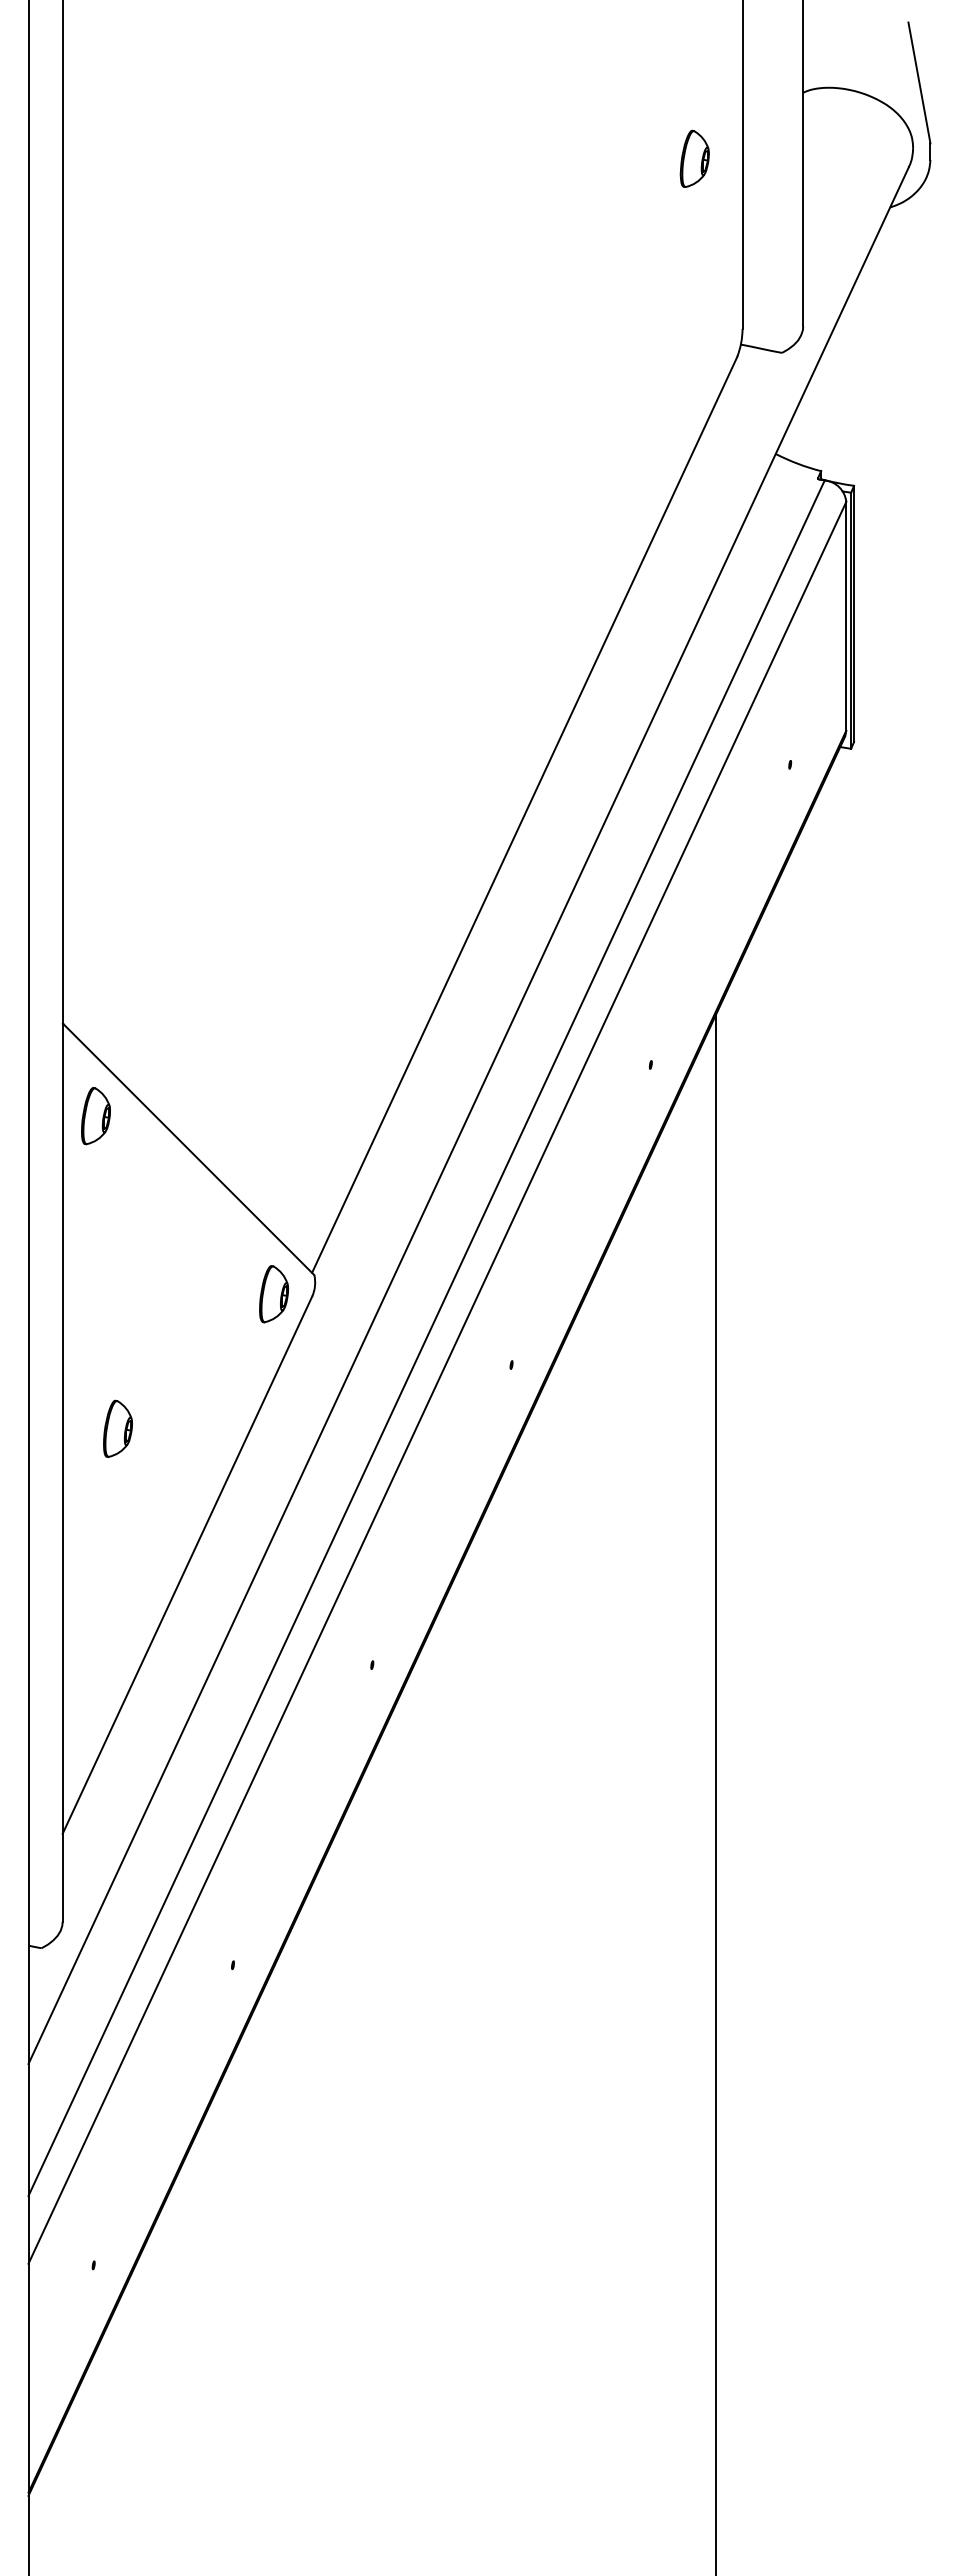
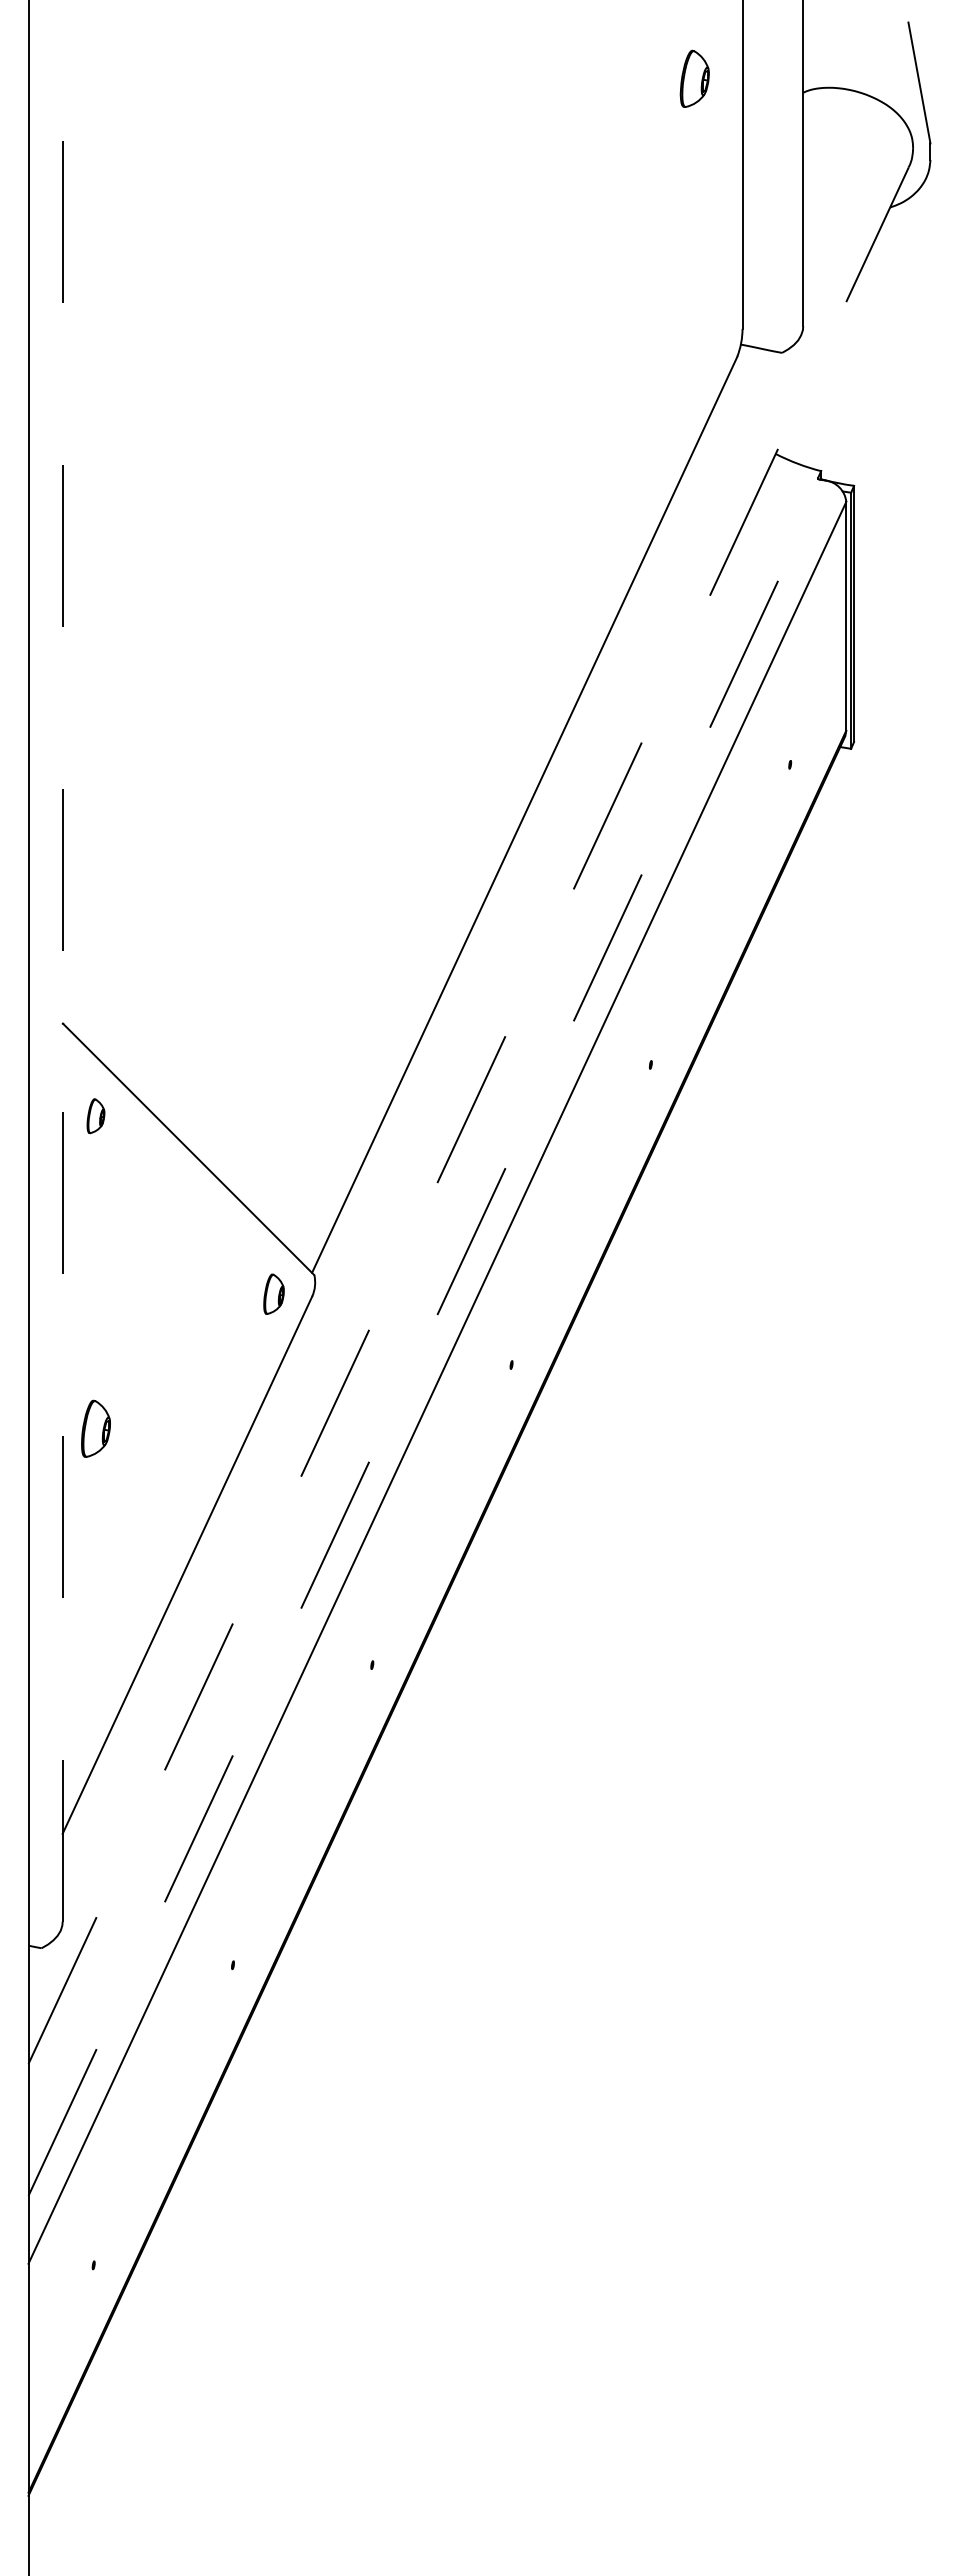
part at (694, 158) position: (694, 158) -> (694, 78)
line at (62, 960): solid -> dashed
line at (468, 1115): solid -> dashed
part at (95, 1116) size: 30x59 px -> 20x37 px
part at (273, 1294) size: 30x59 px -> 22x42 px
line at (426, 1338): solid -> dashed
part at (117, 1428) position: (117, 1428) -> (95, 1428)
line at (716, 1793): present -> none
